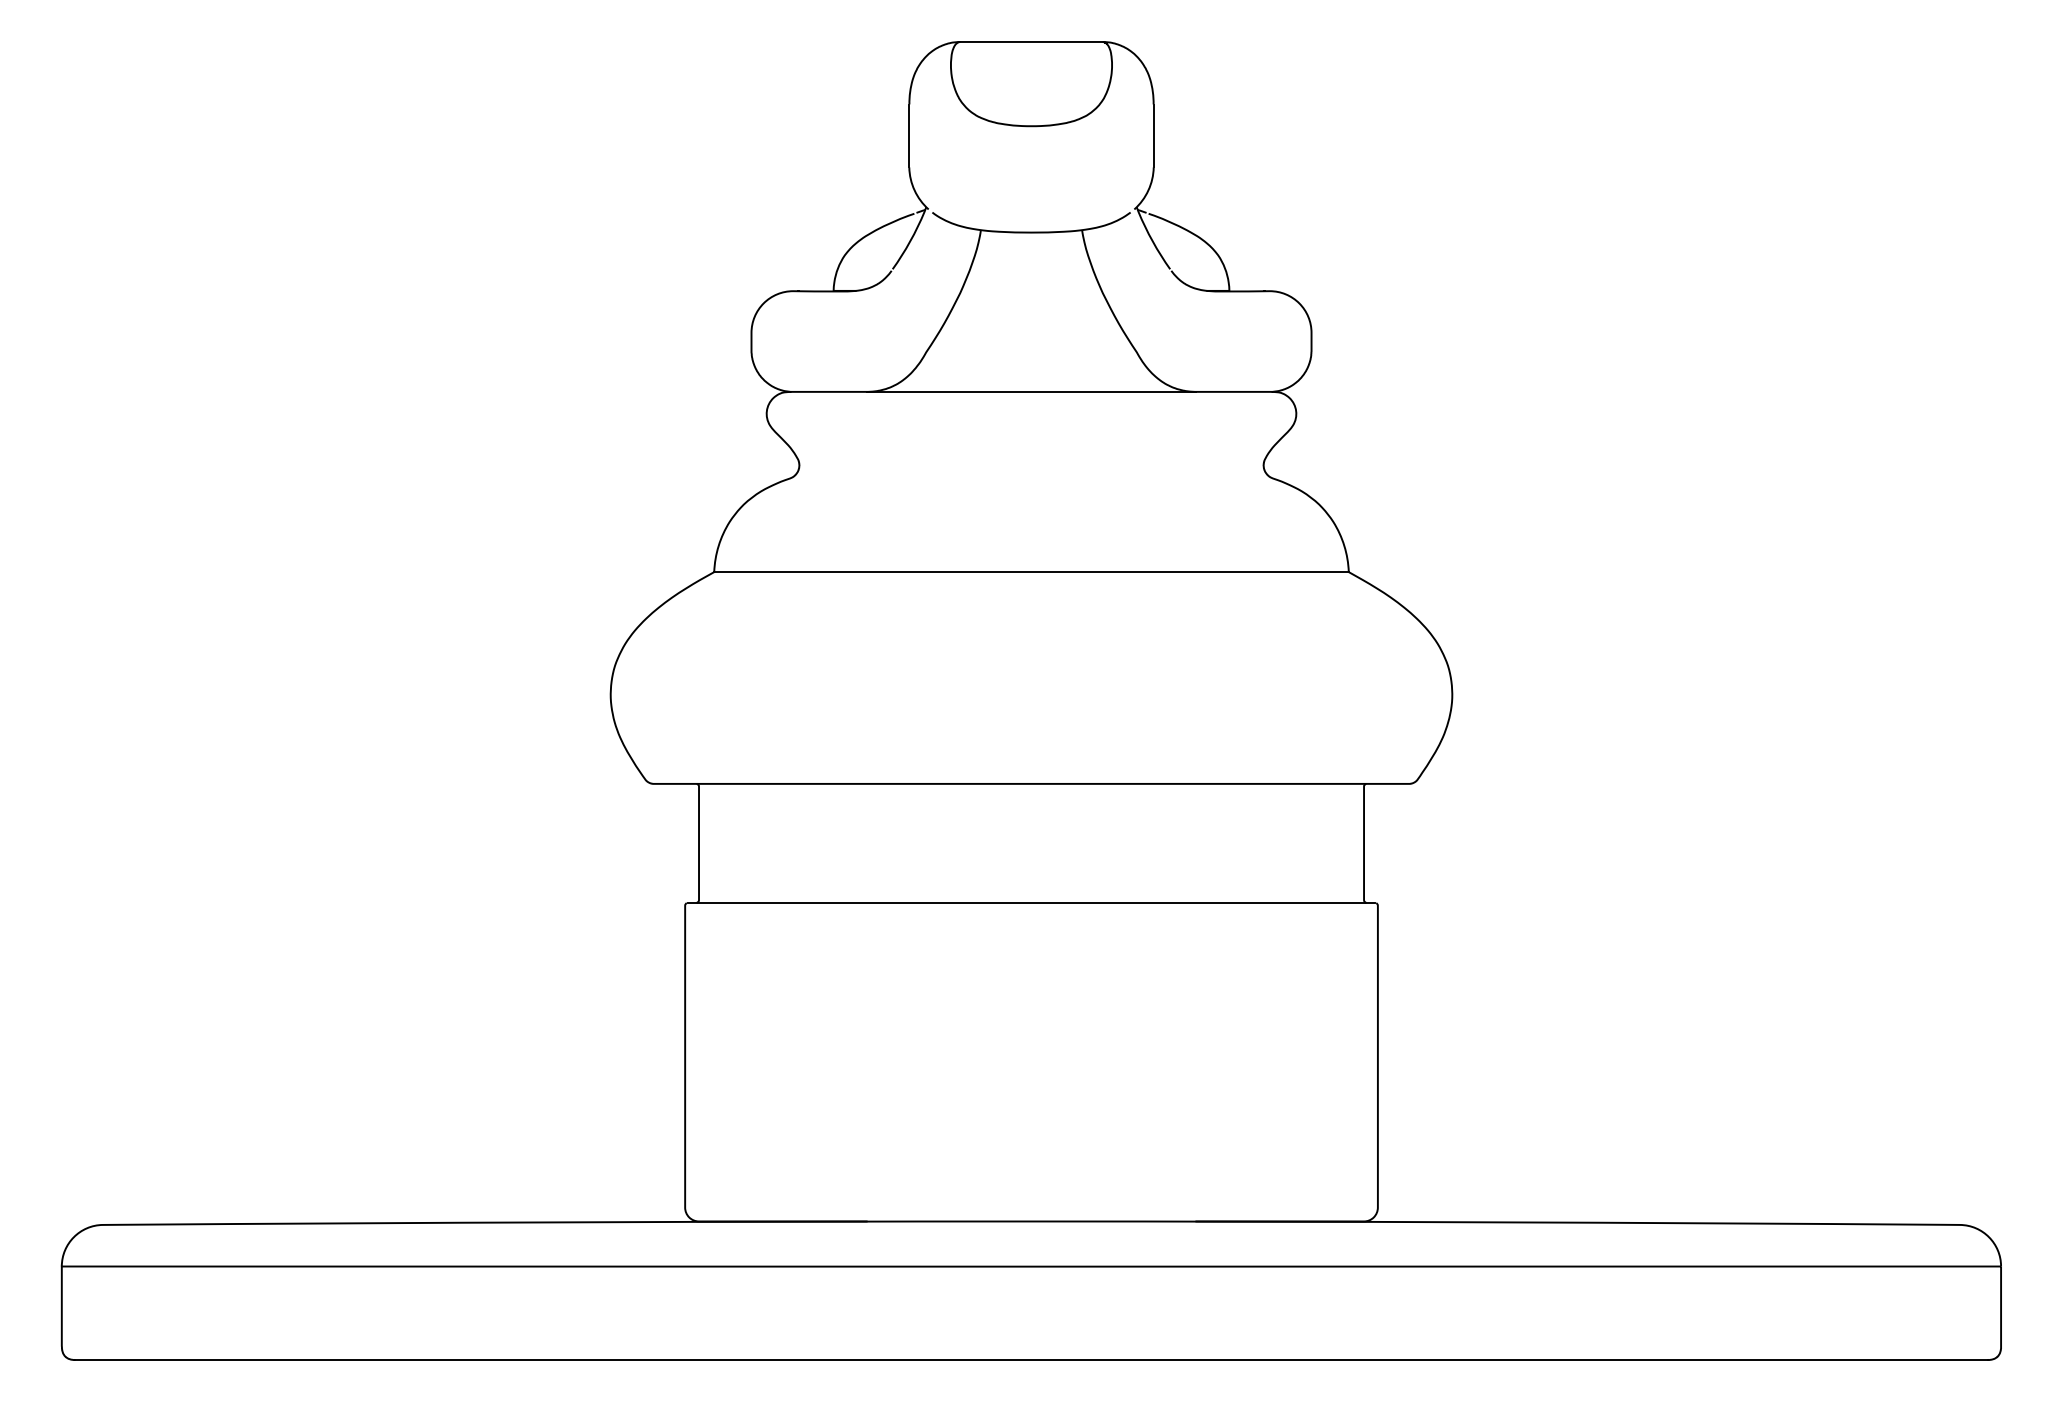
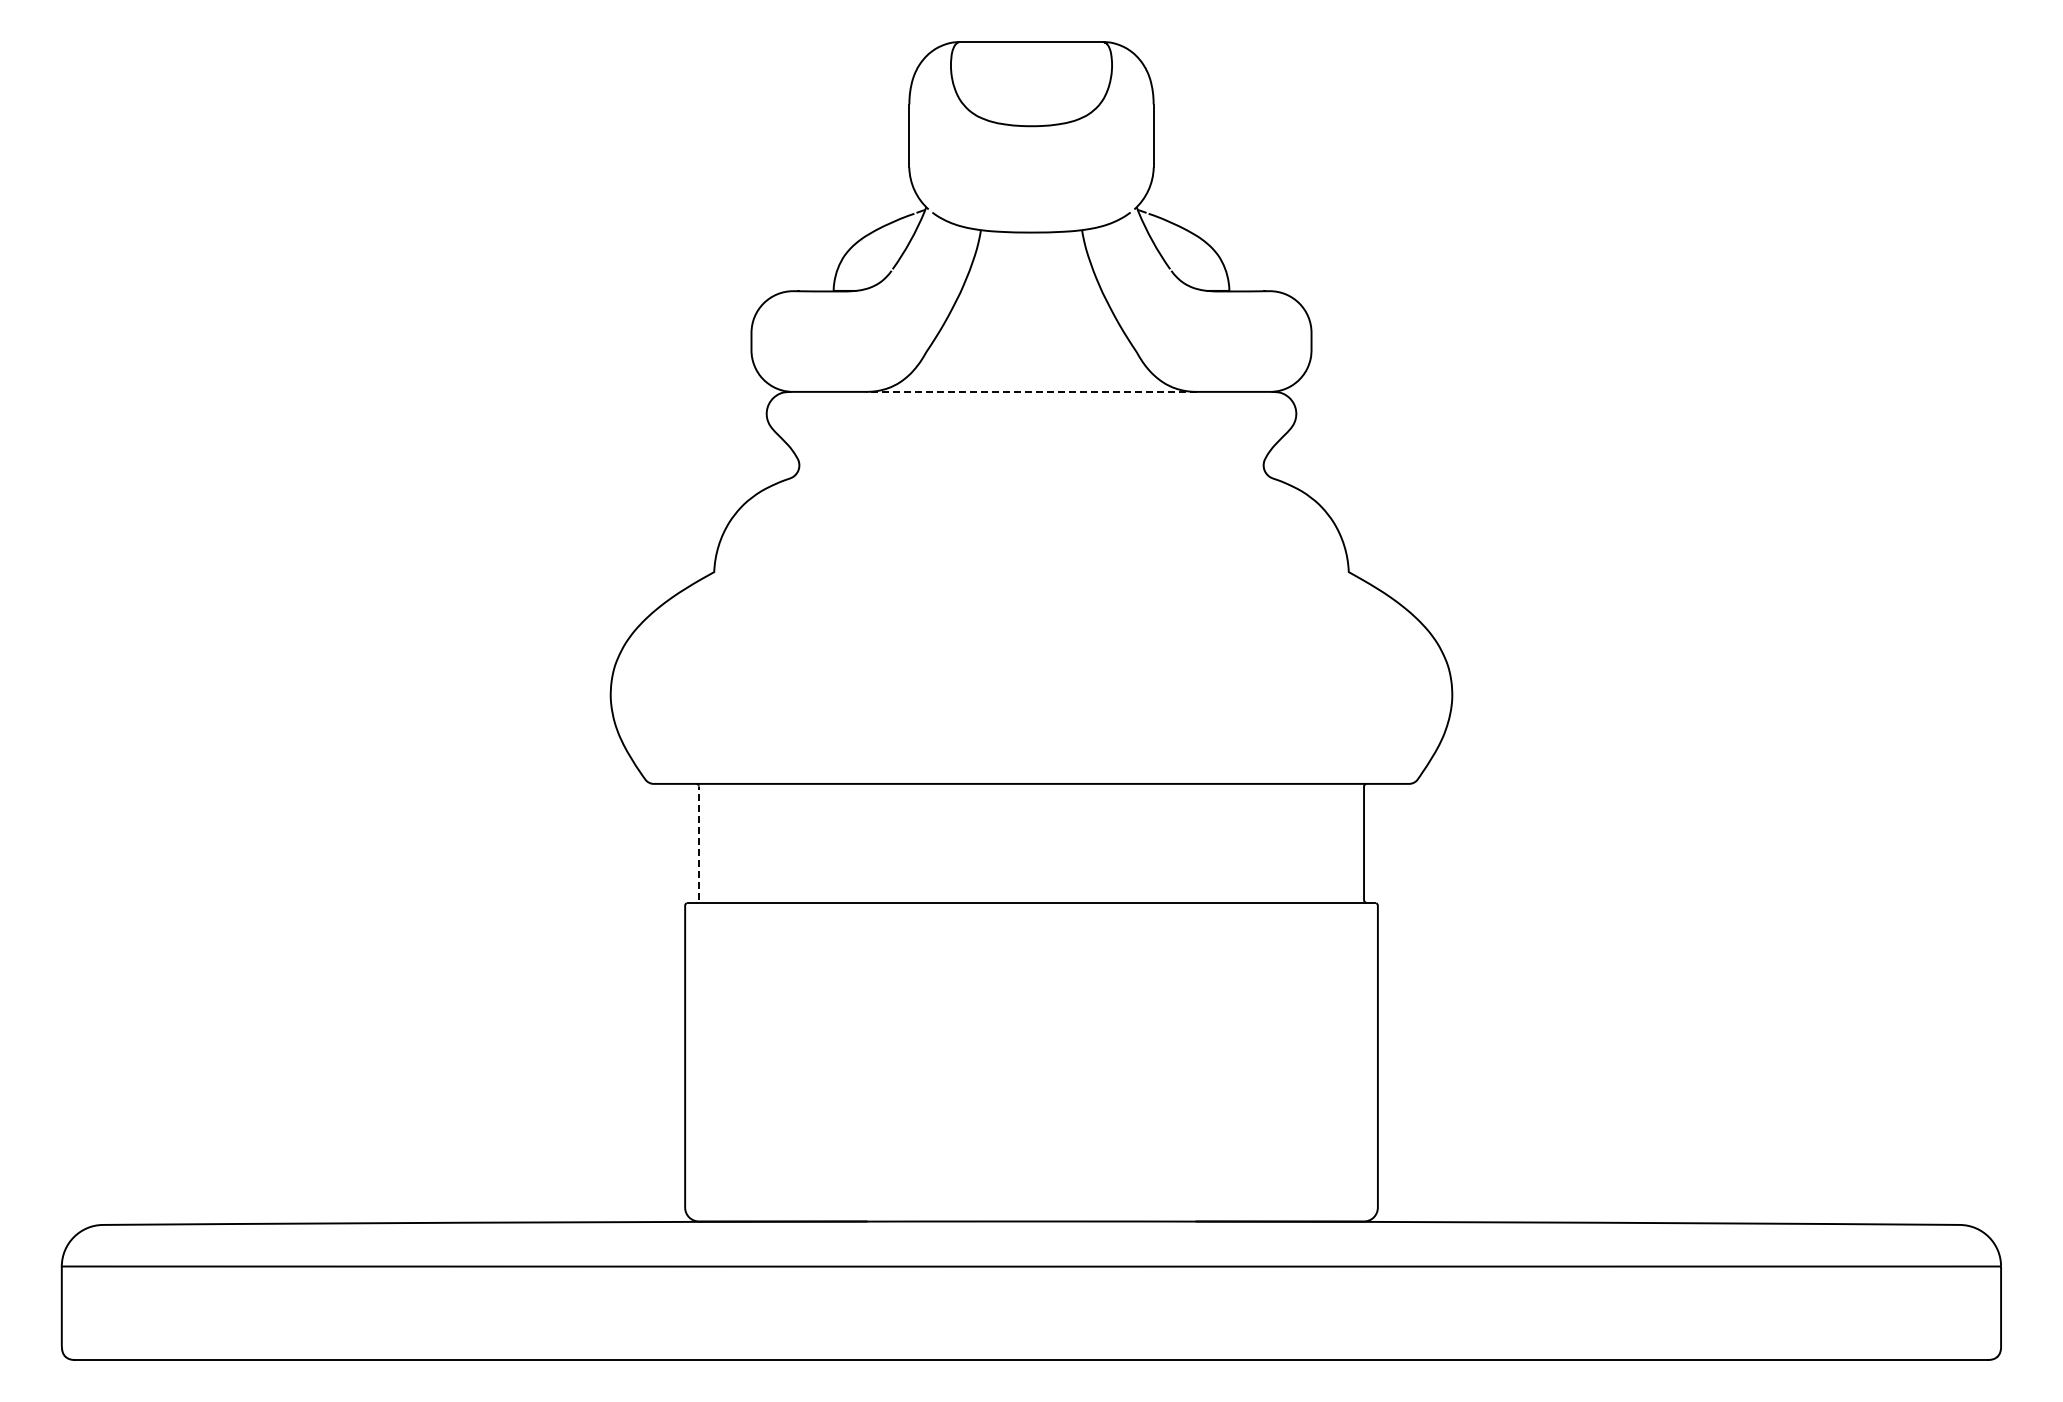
line at (1031, 391): solid -> dashed
line at (1031, 572): present -> none
line at (699, 843): solid -> dashed
